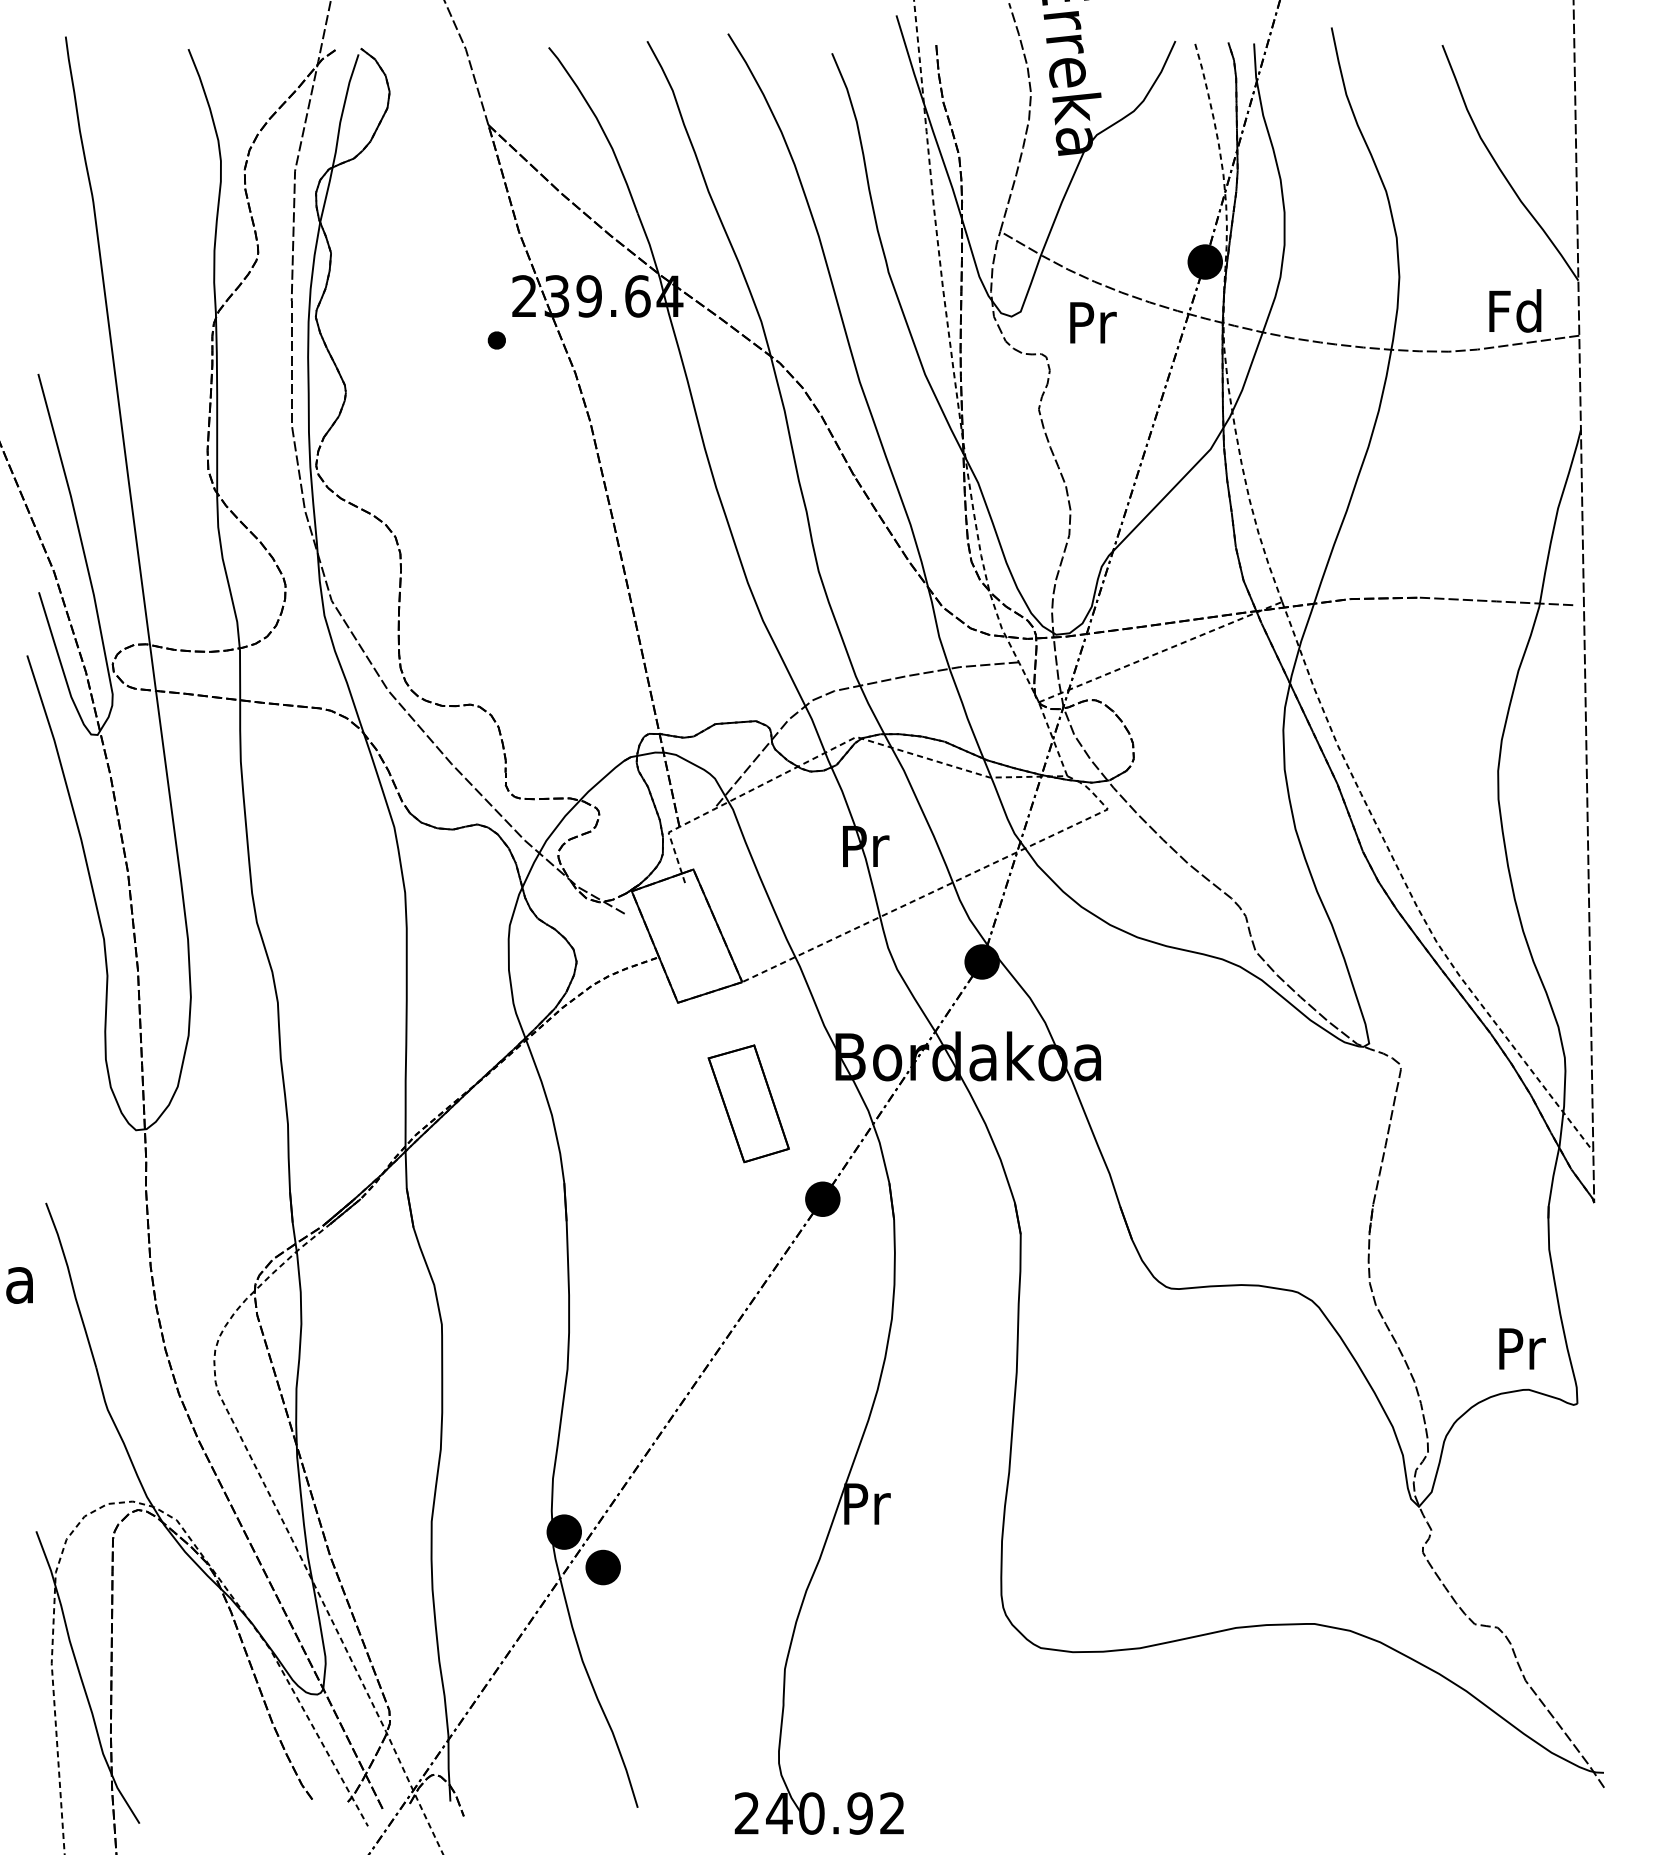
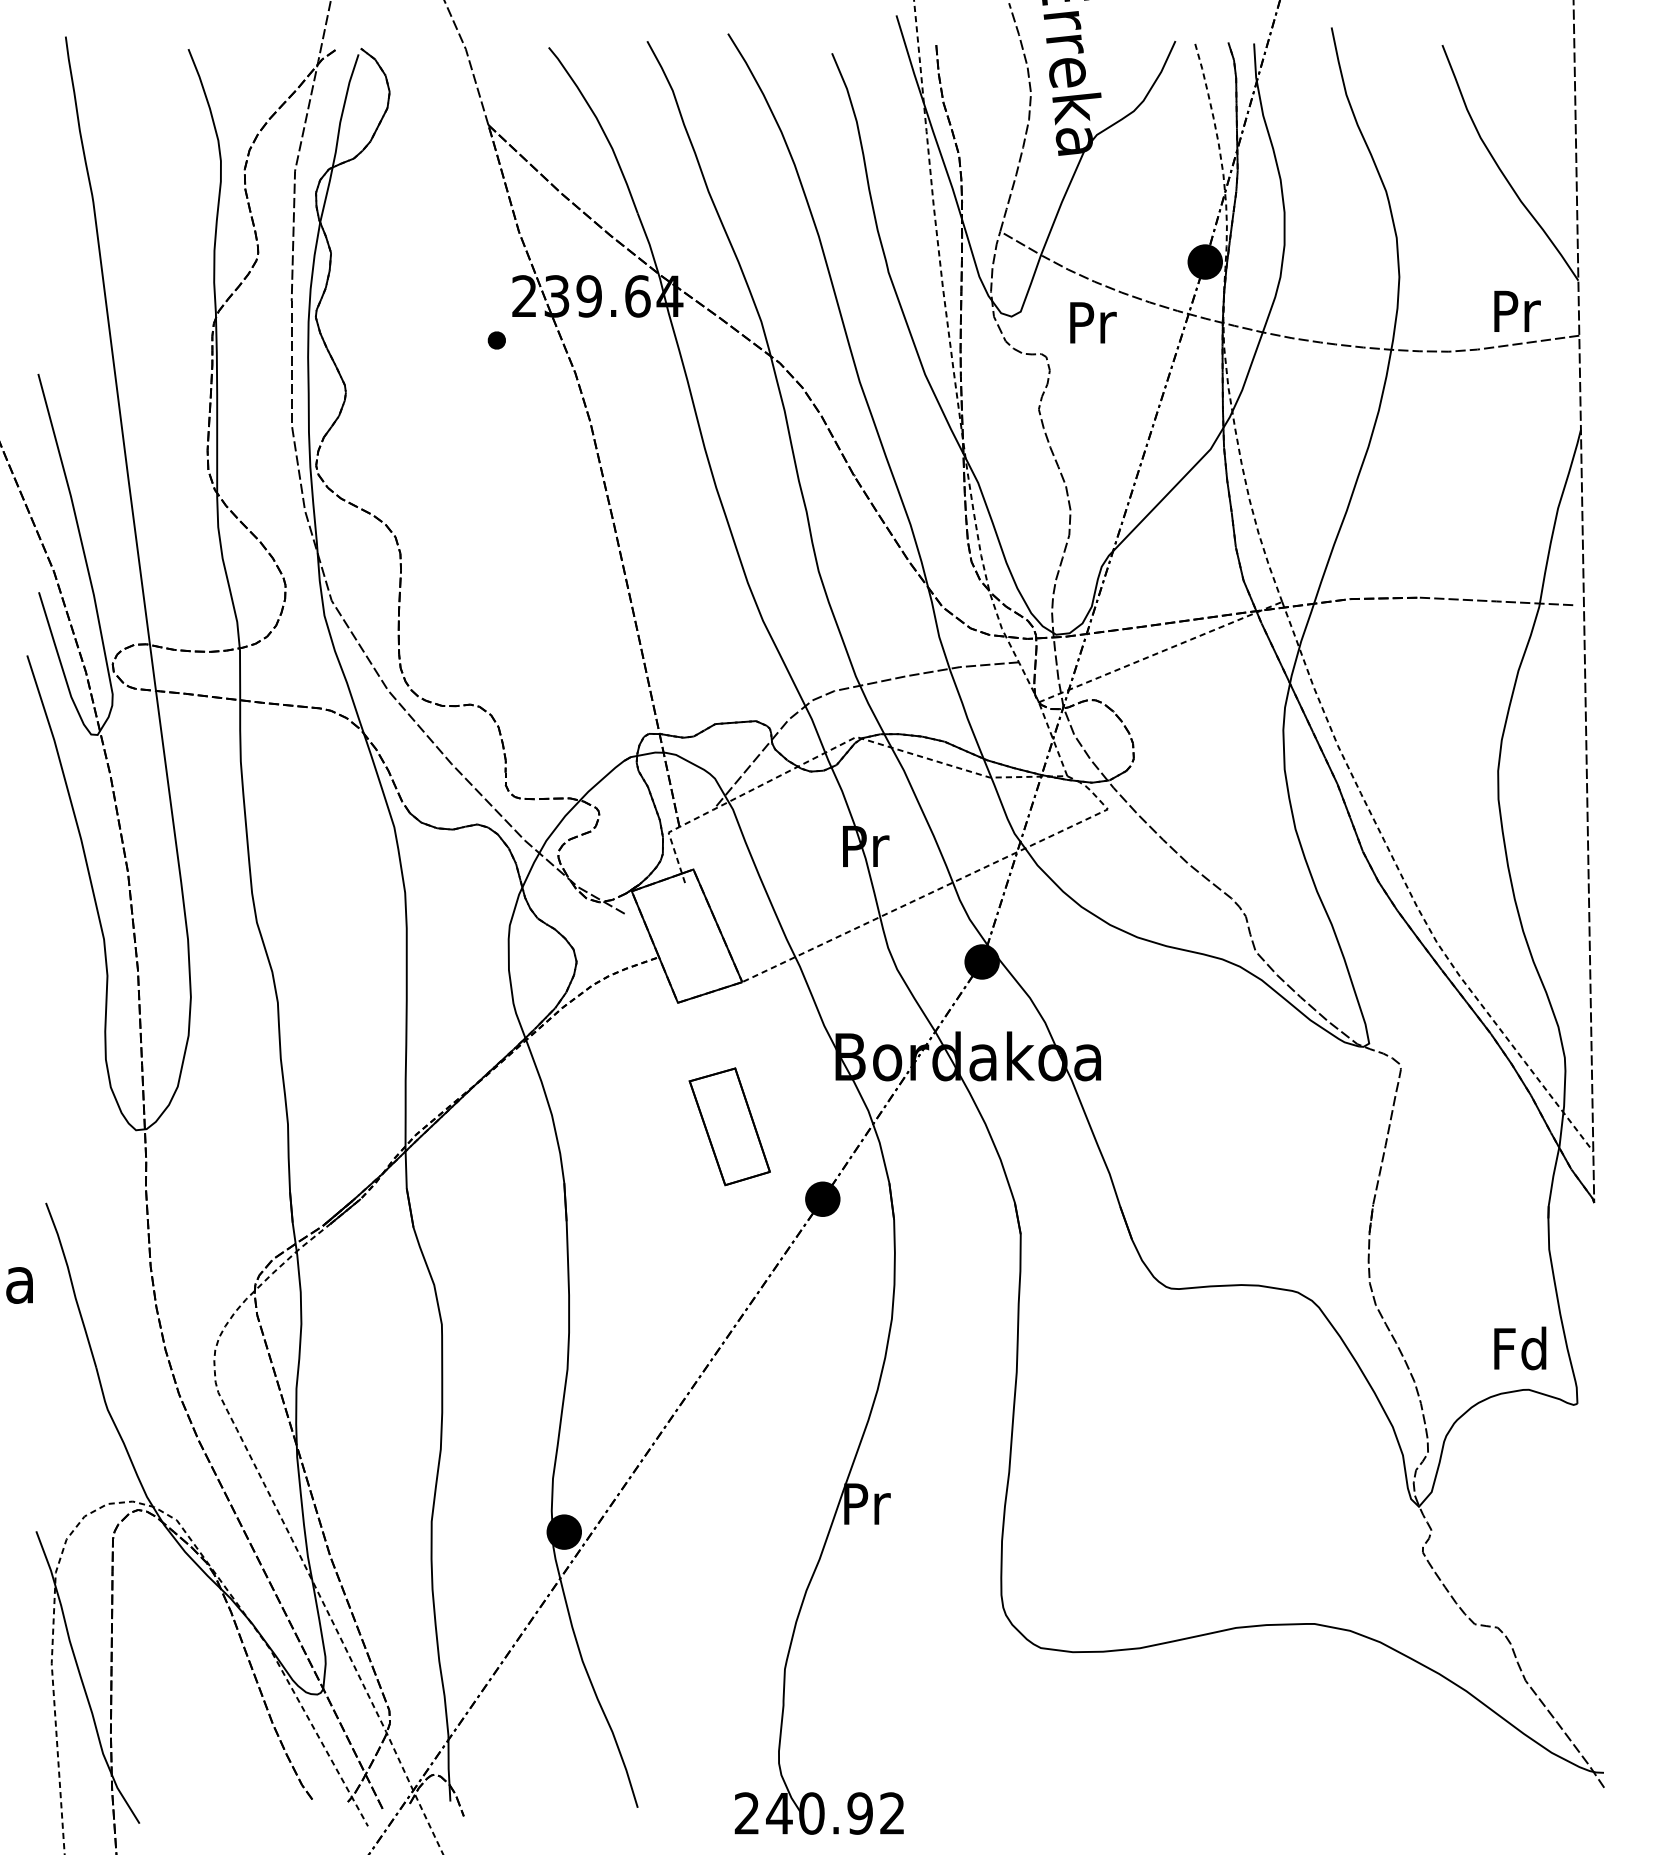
text at (1515, 310): Fd -> Pr
part at (748, 1103) position: (748, 1103) -> (729, 1126)
text at (1520, 1348): Pr -> Fd
part at (602, 1567): present -> none
